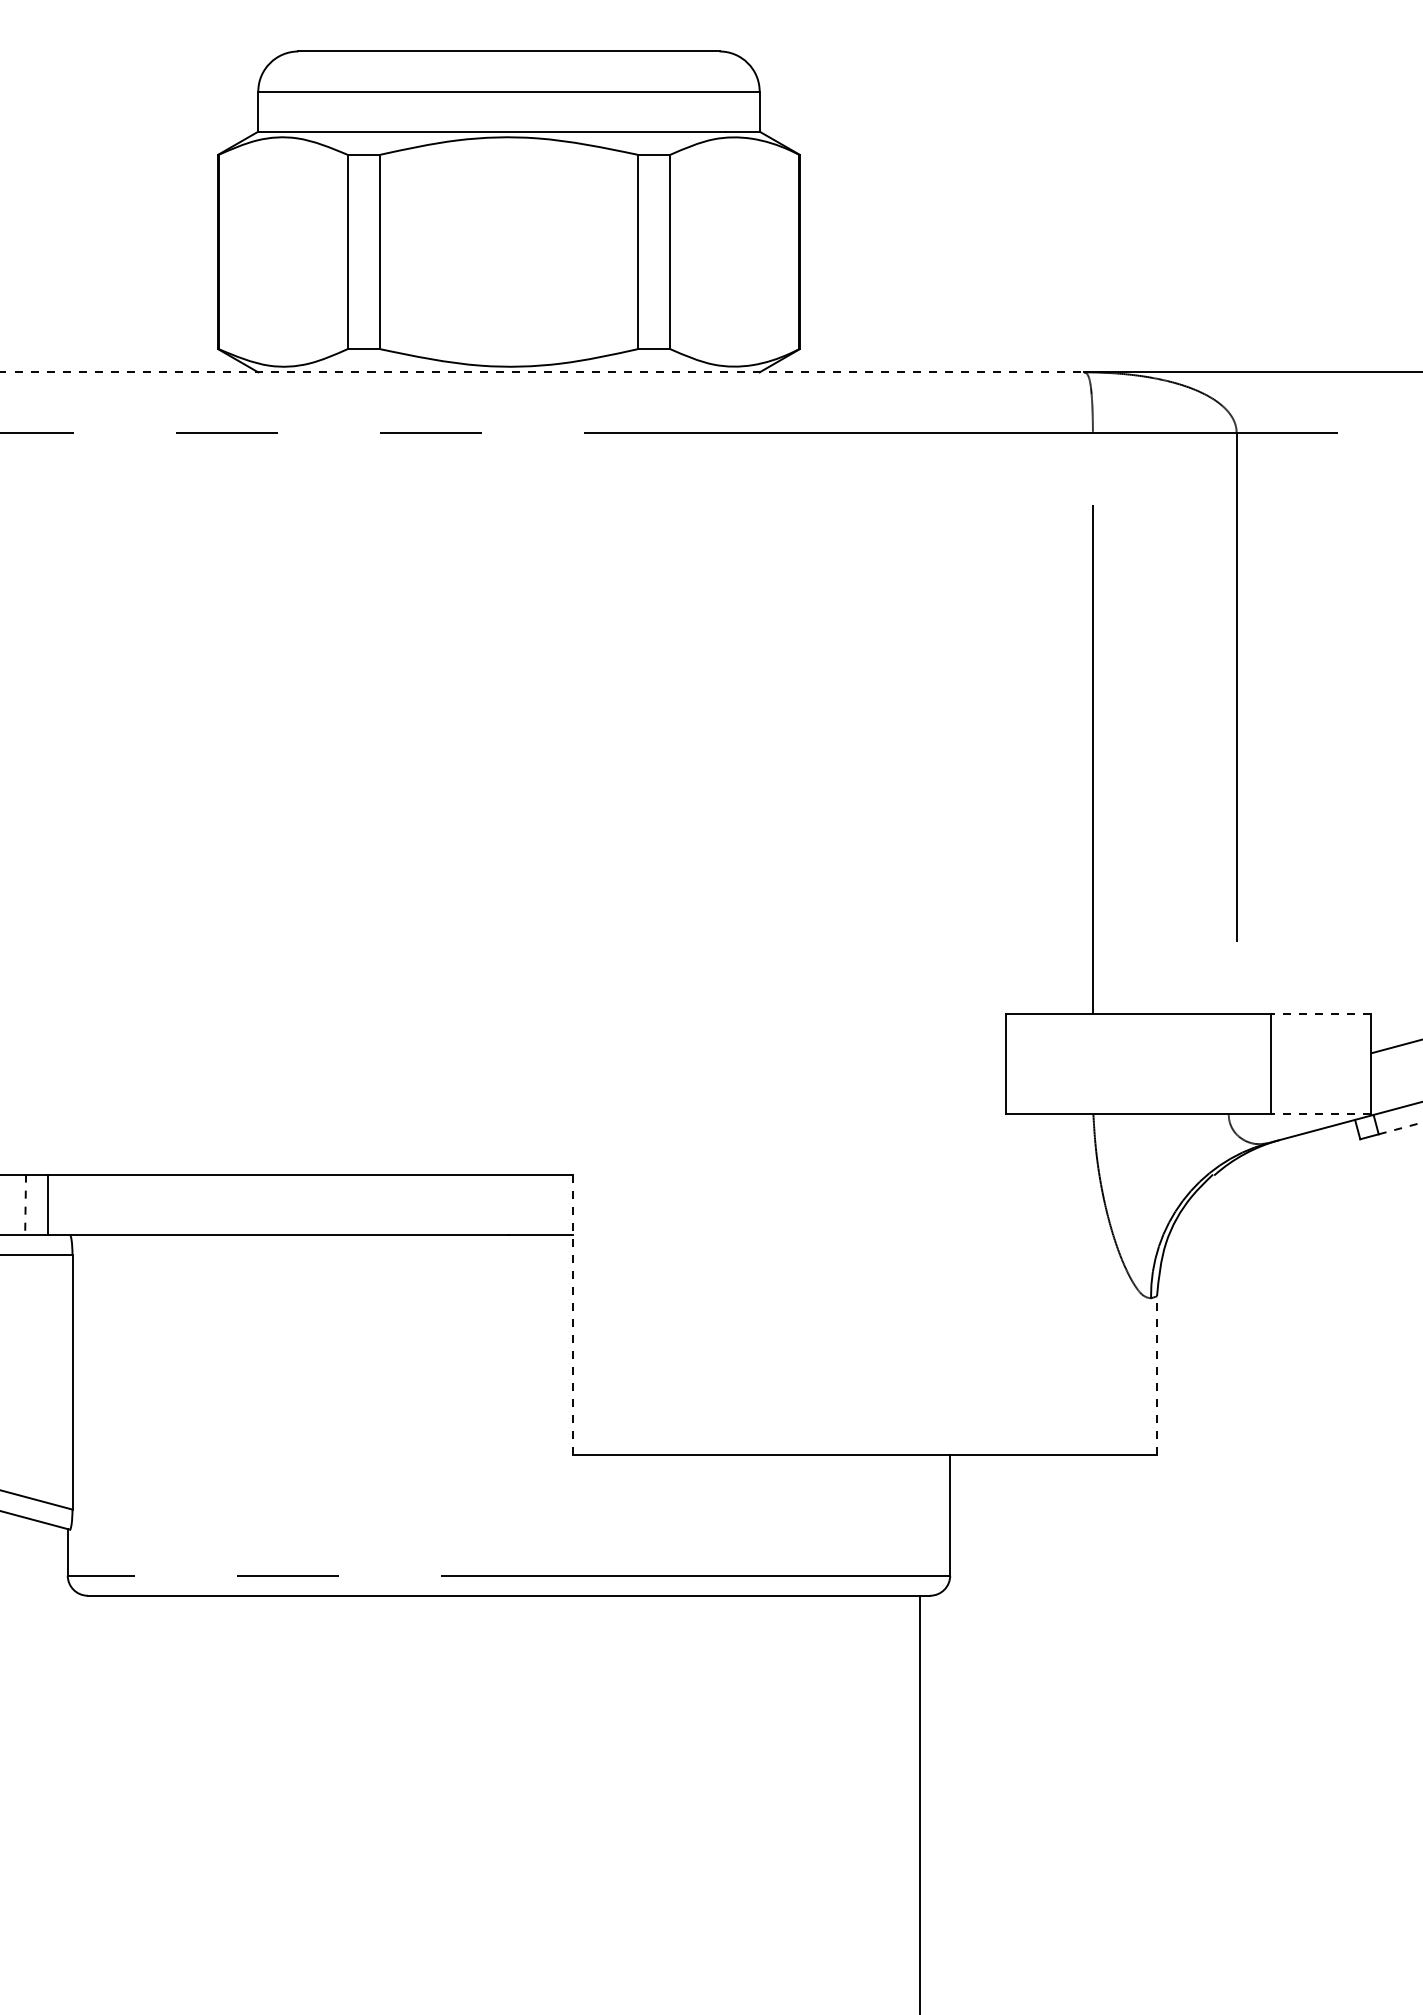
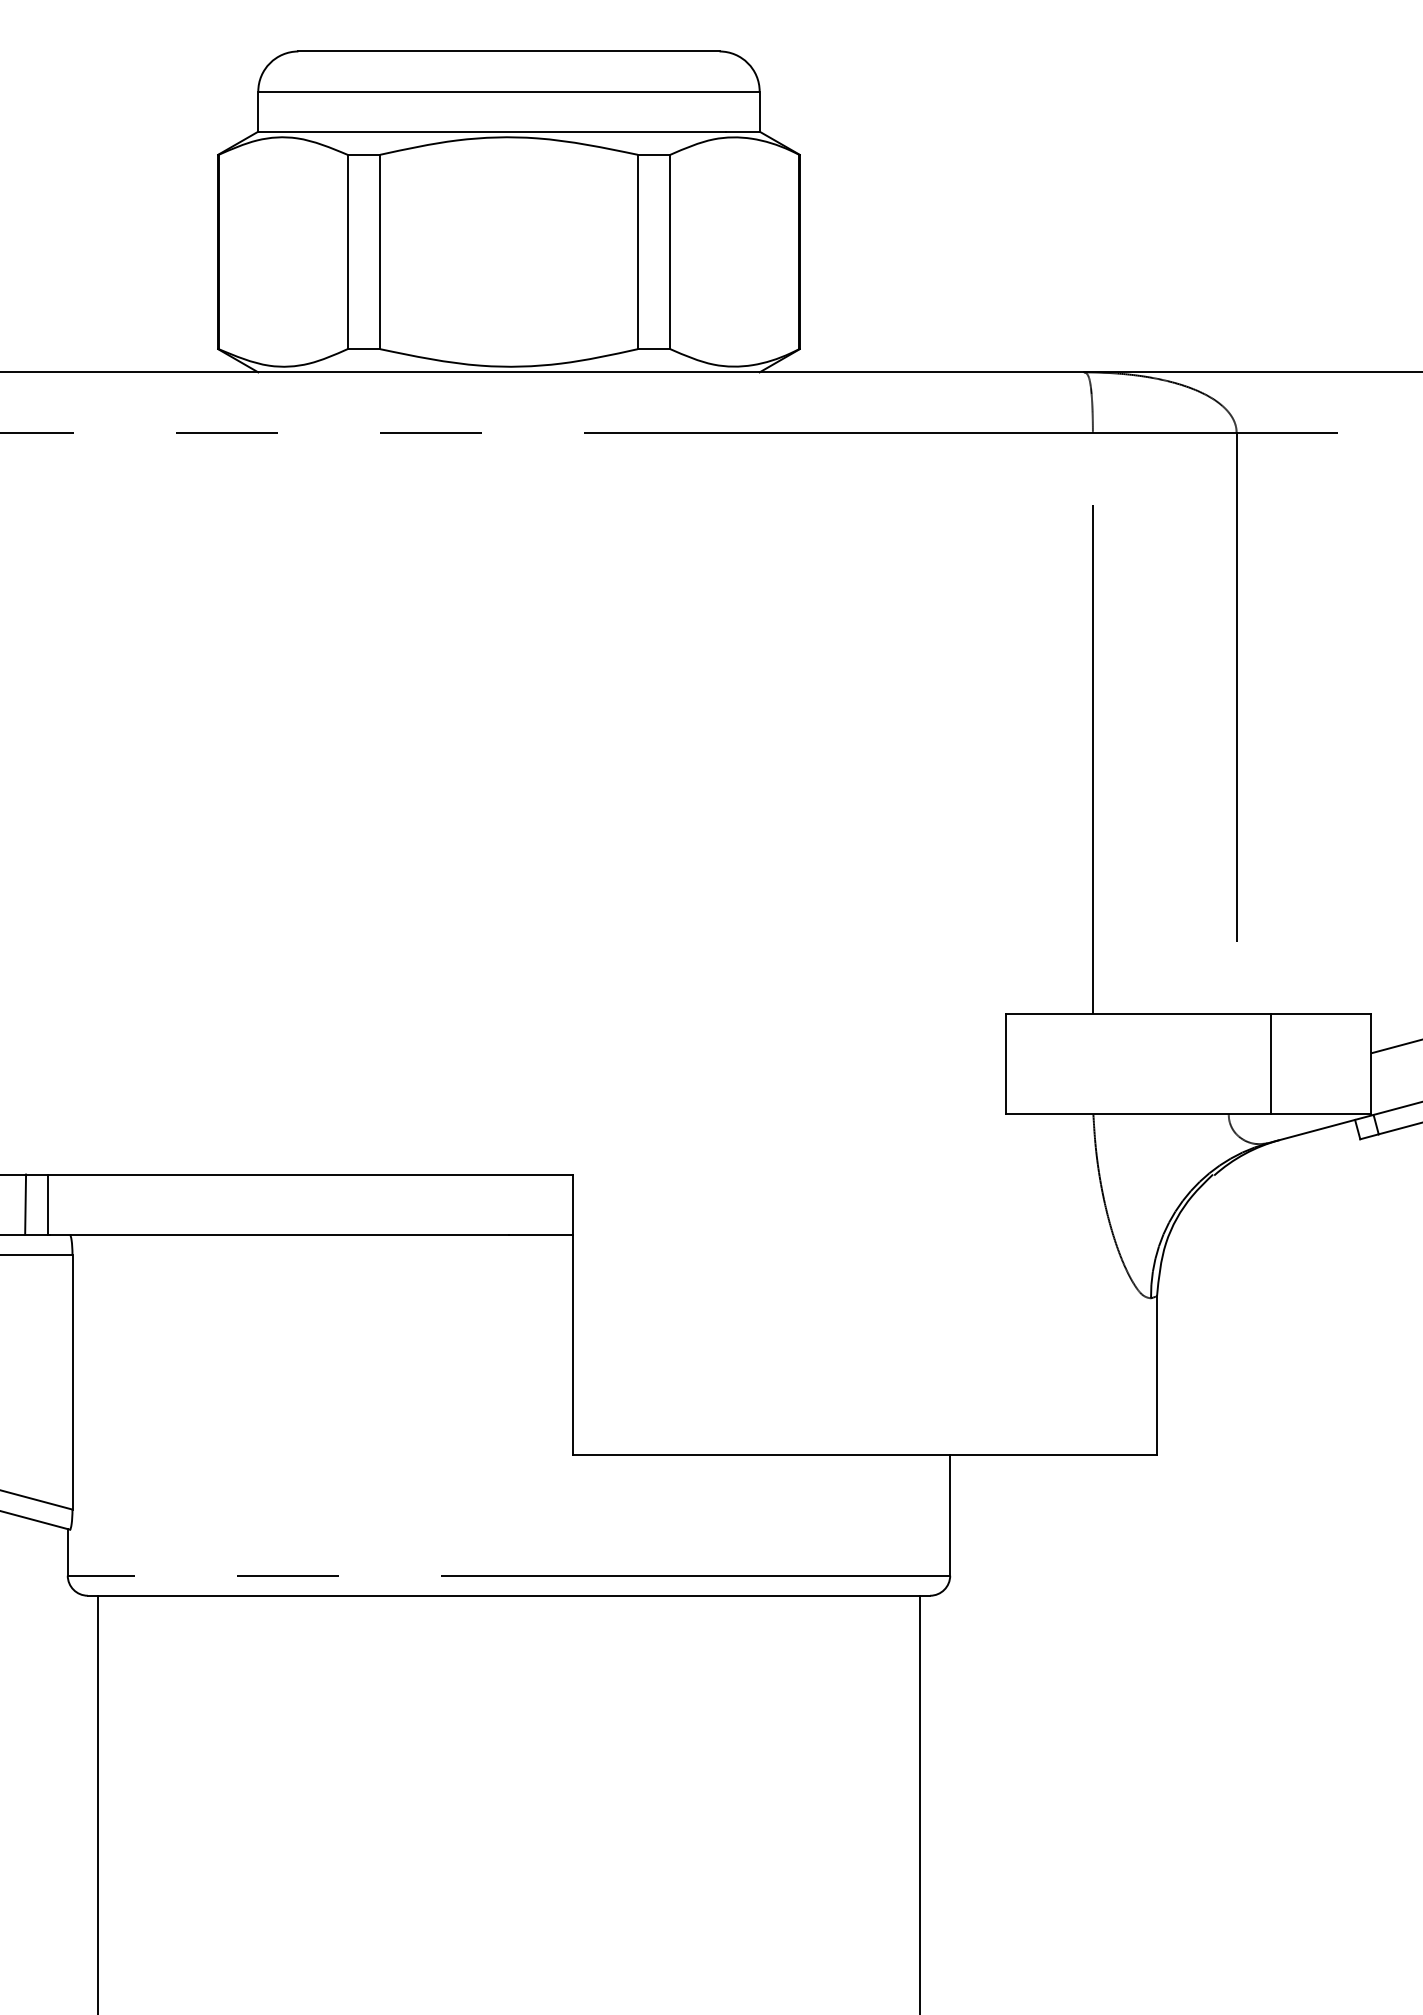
line at (542, 372): dashed -> solid
line at (1320, 1014): dashed -> solid
line at (1320, 1114): dashed -> solid
line at (1400, 1128): dashed -> solid
line at (25, 1205): dashed -> solid
line at (573, 1315): dashed -> solid
line at (1157, 1375): dashed -> solid
line at (97, 1803): none -> present
